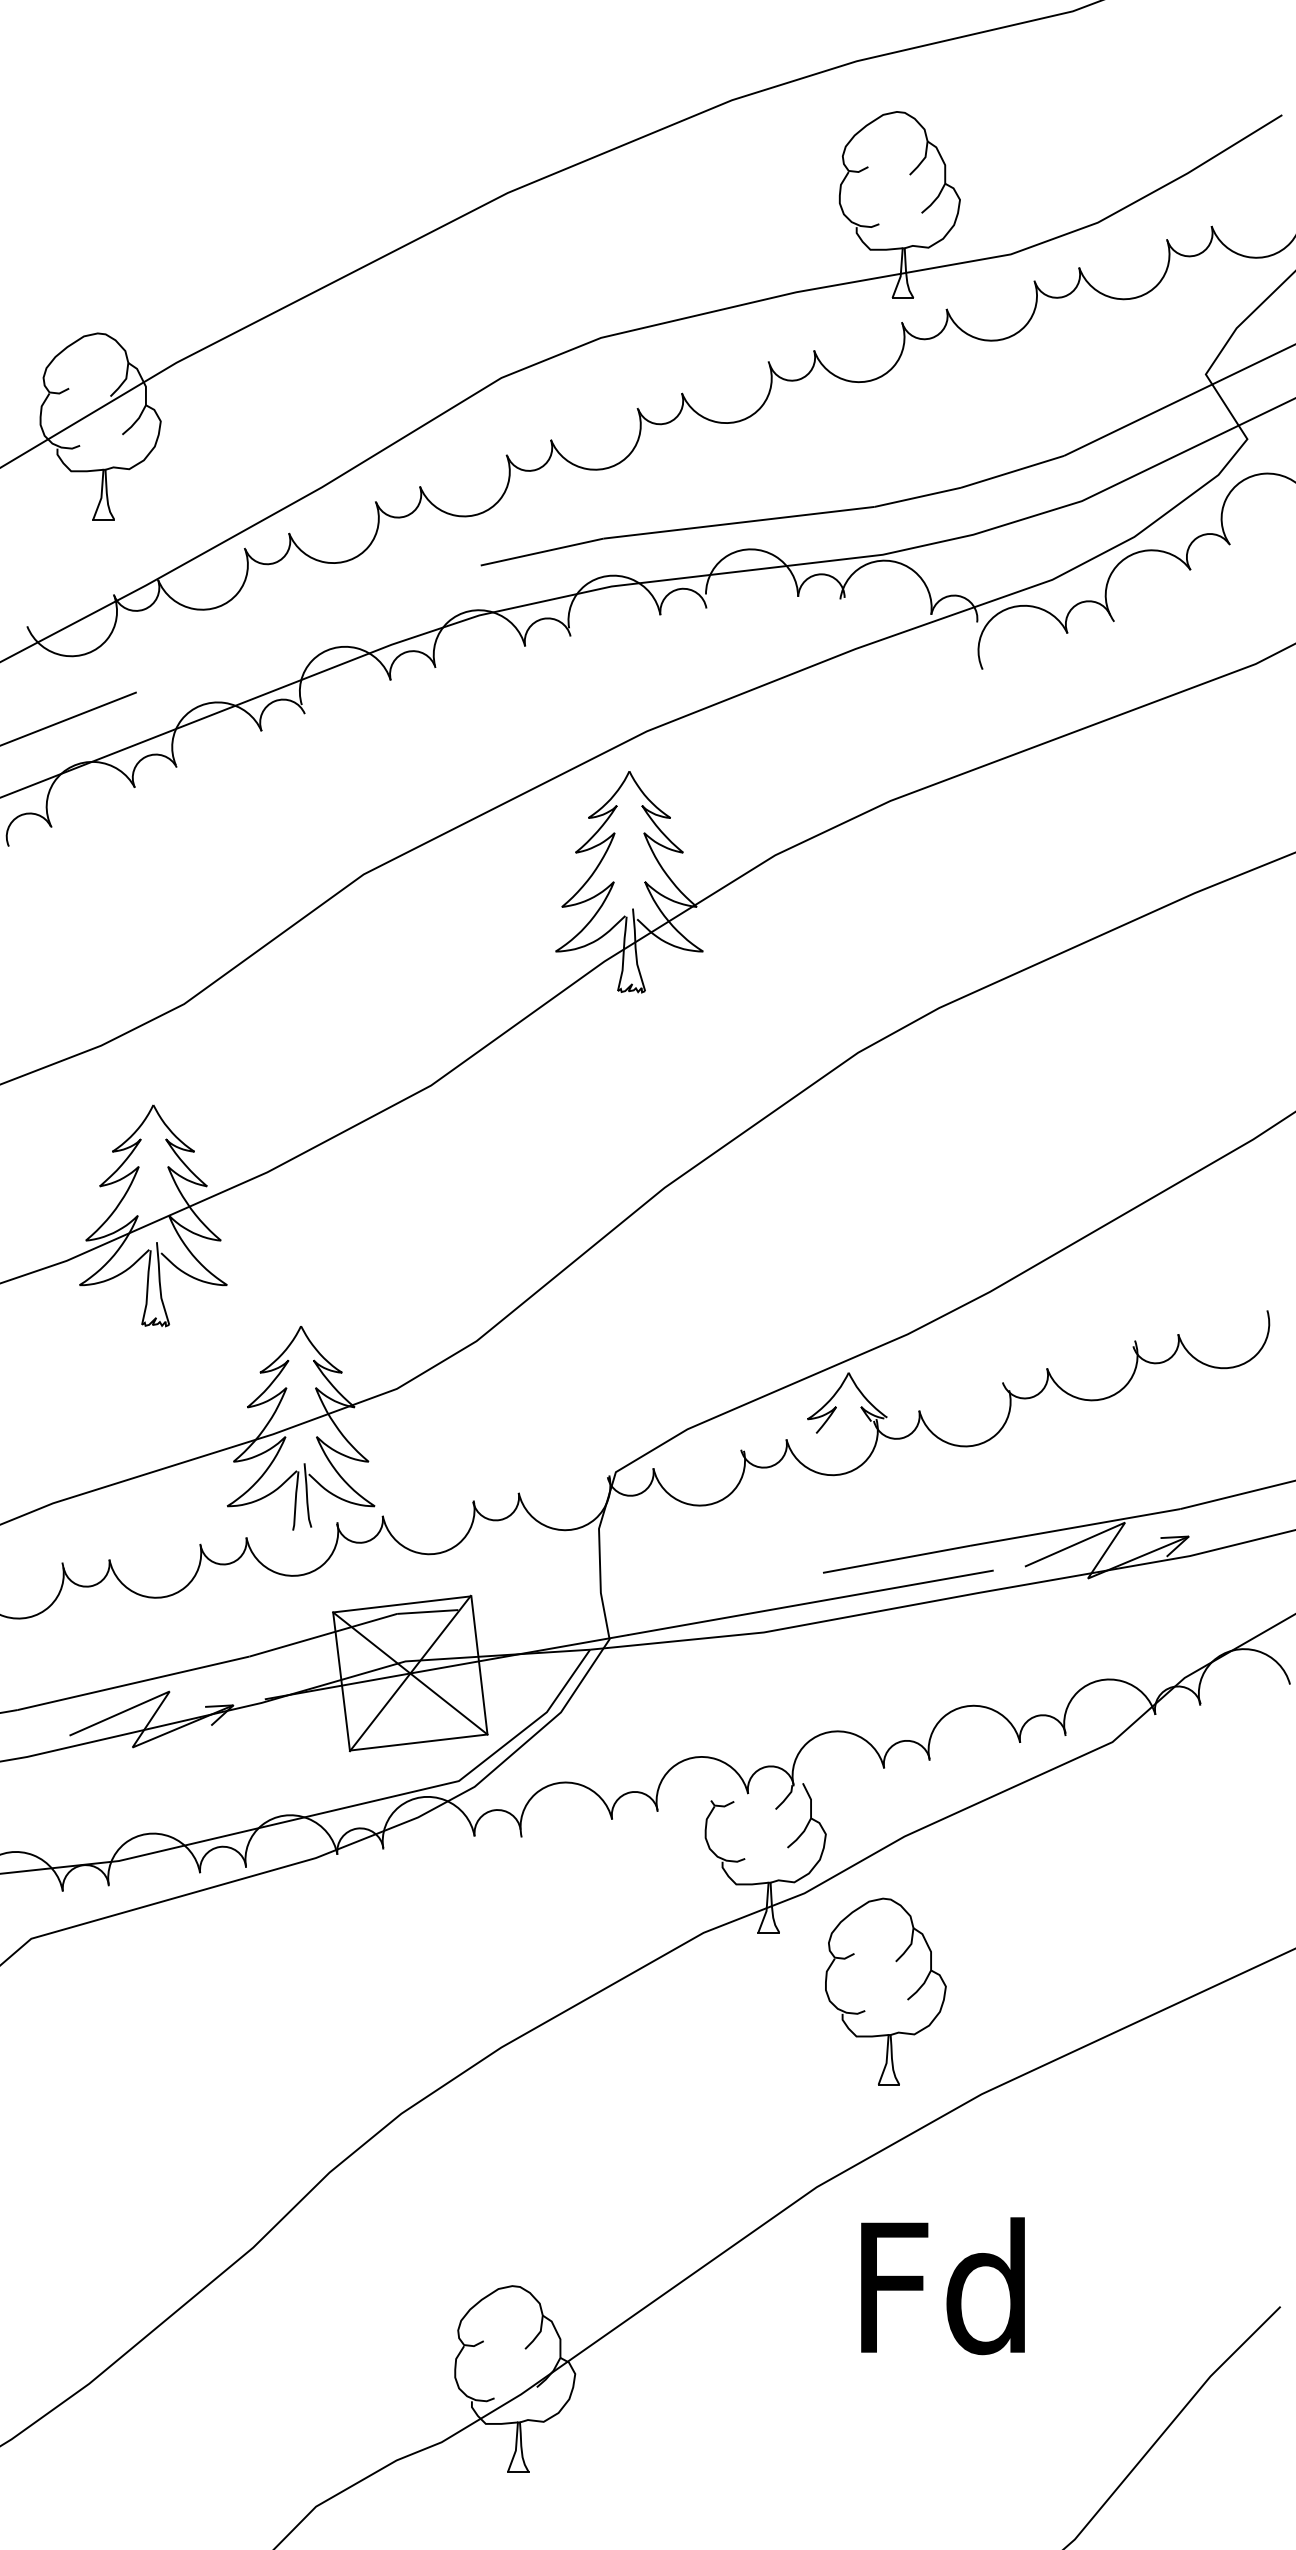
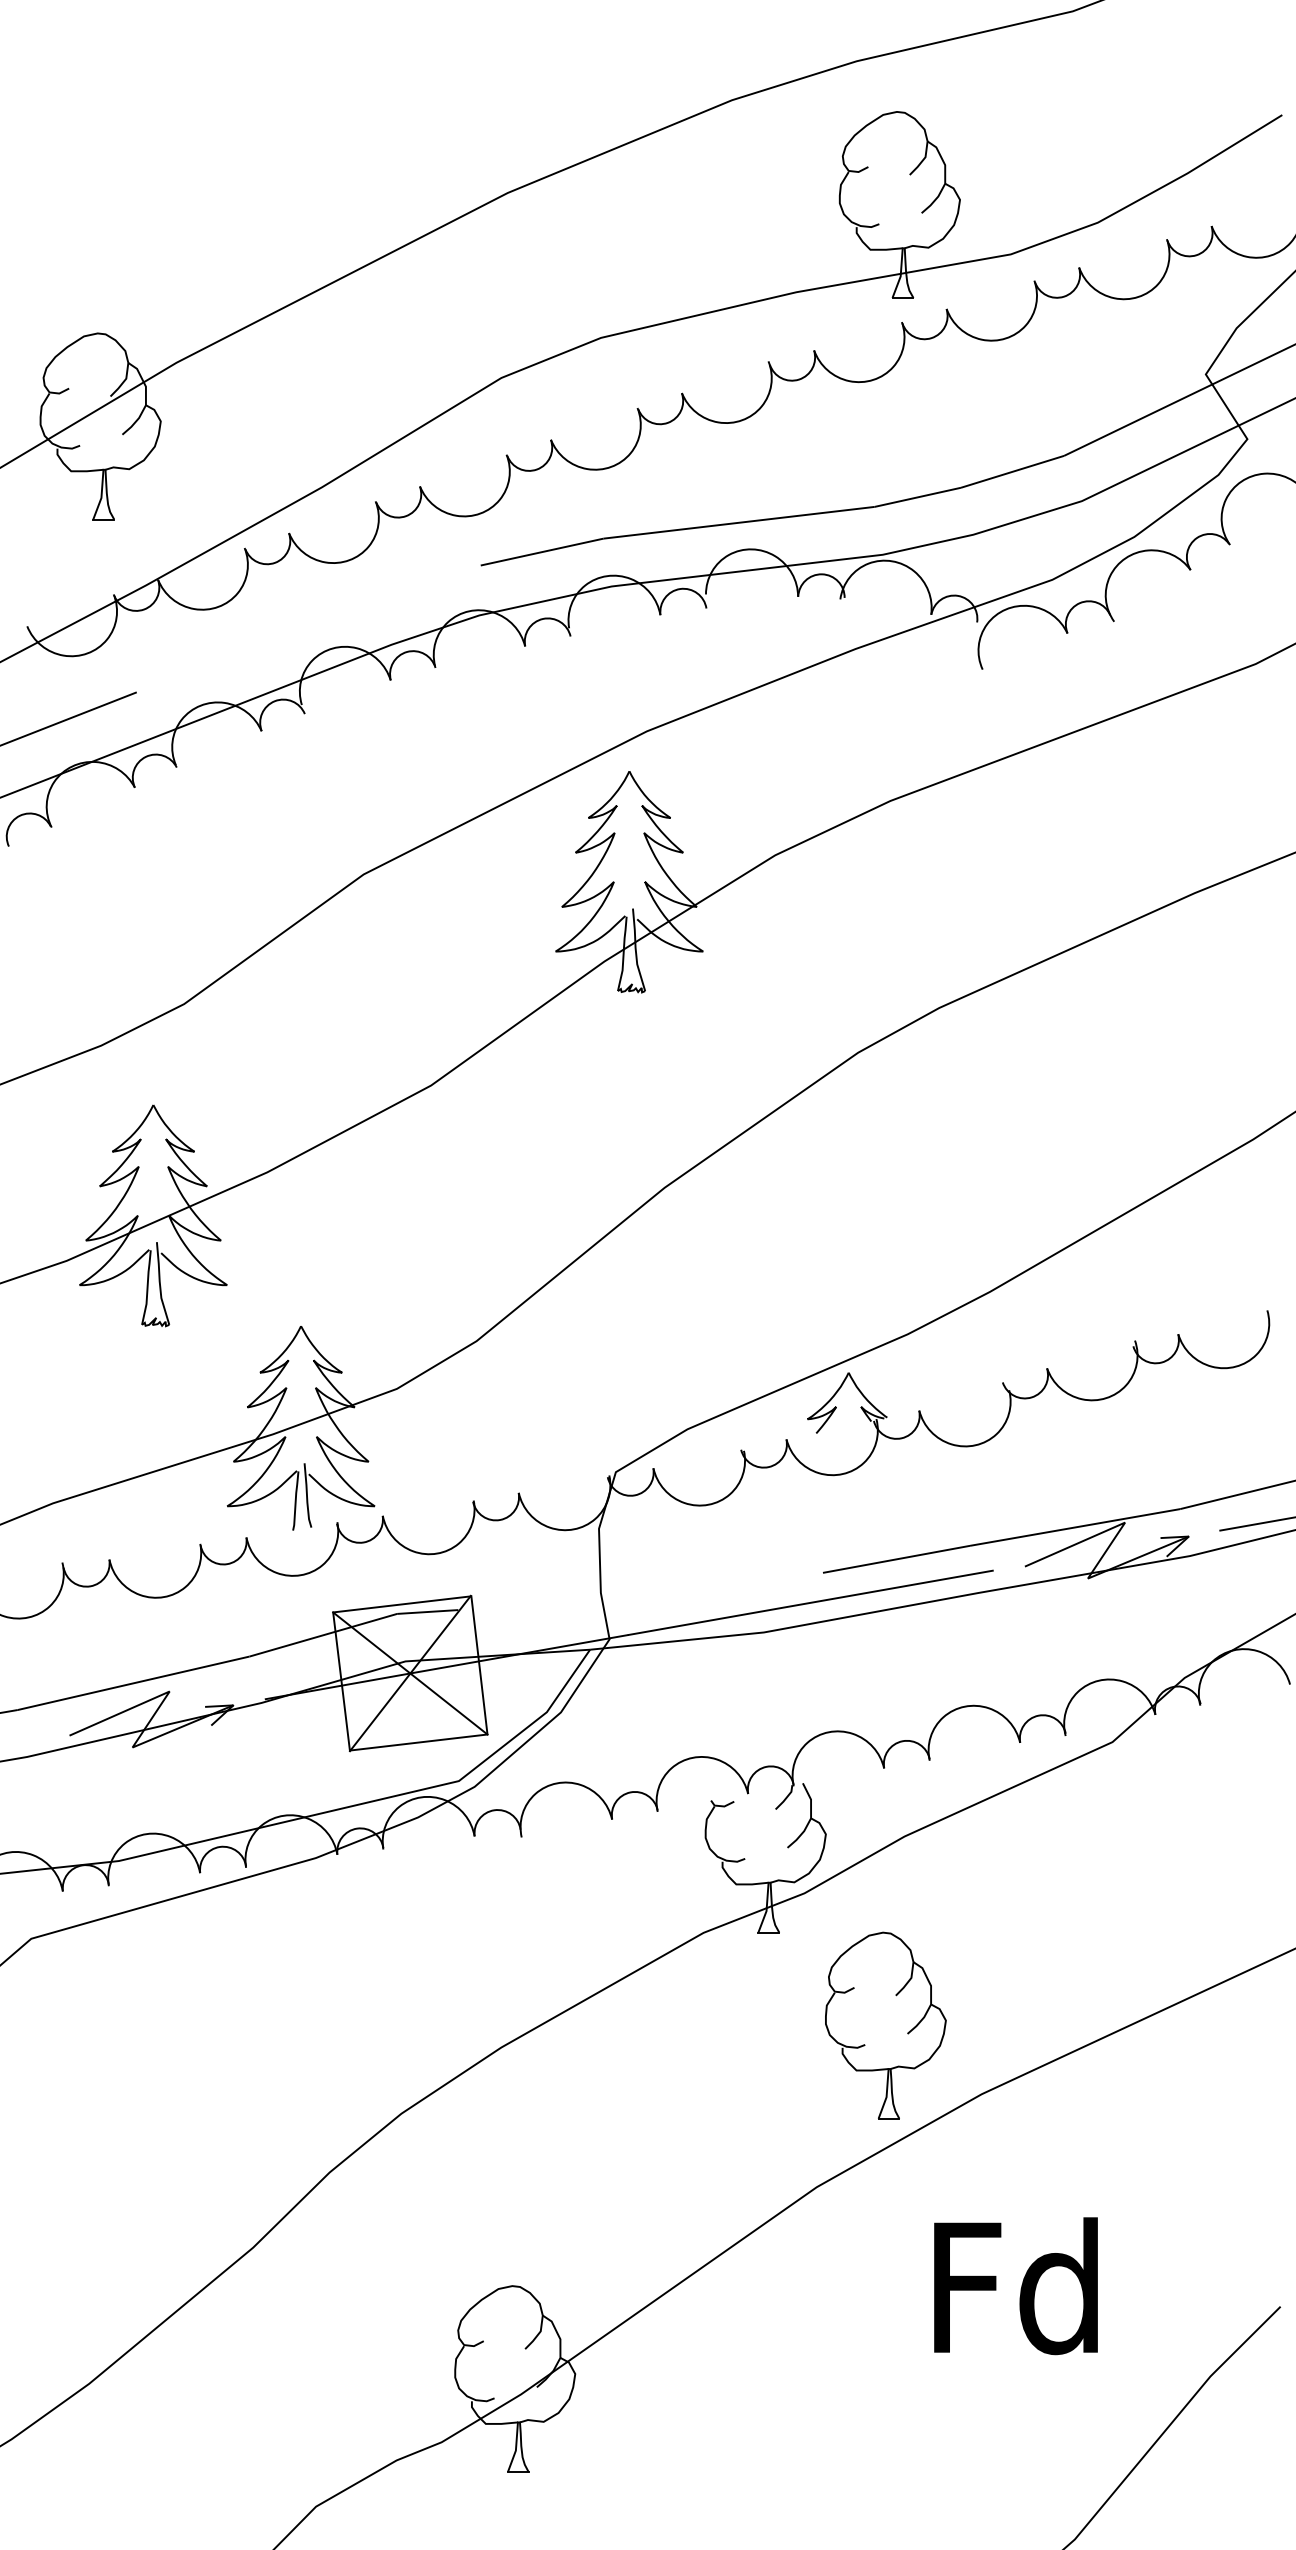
line at (1256, 1523): none -> present
part at (885, 1991) position: (885, 1991) -> (885, 2025)
text at (942, 2286) position: (942, 2286) -> (1015, 2286)
